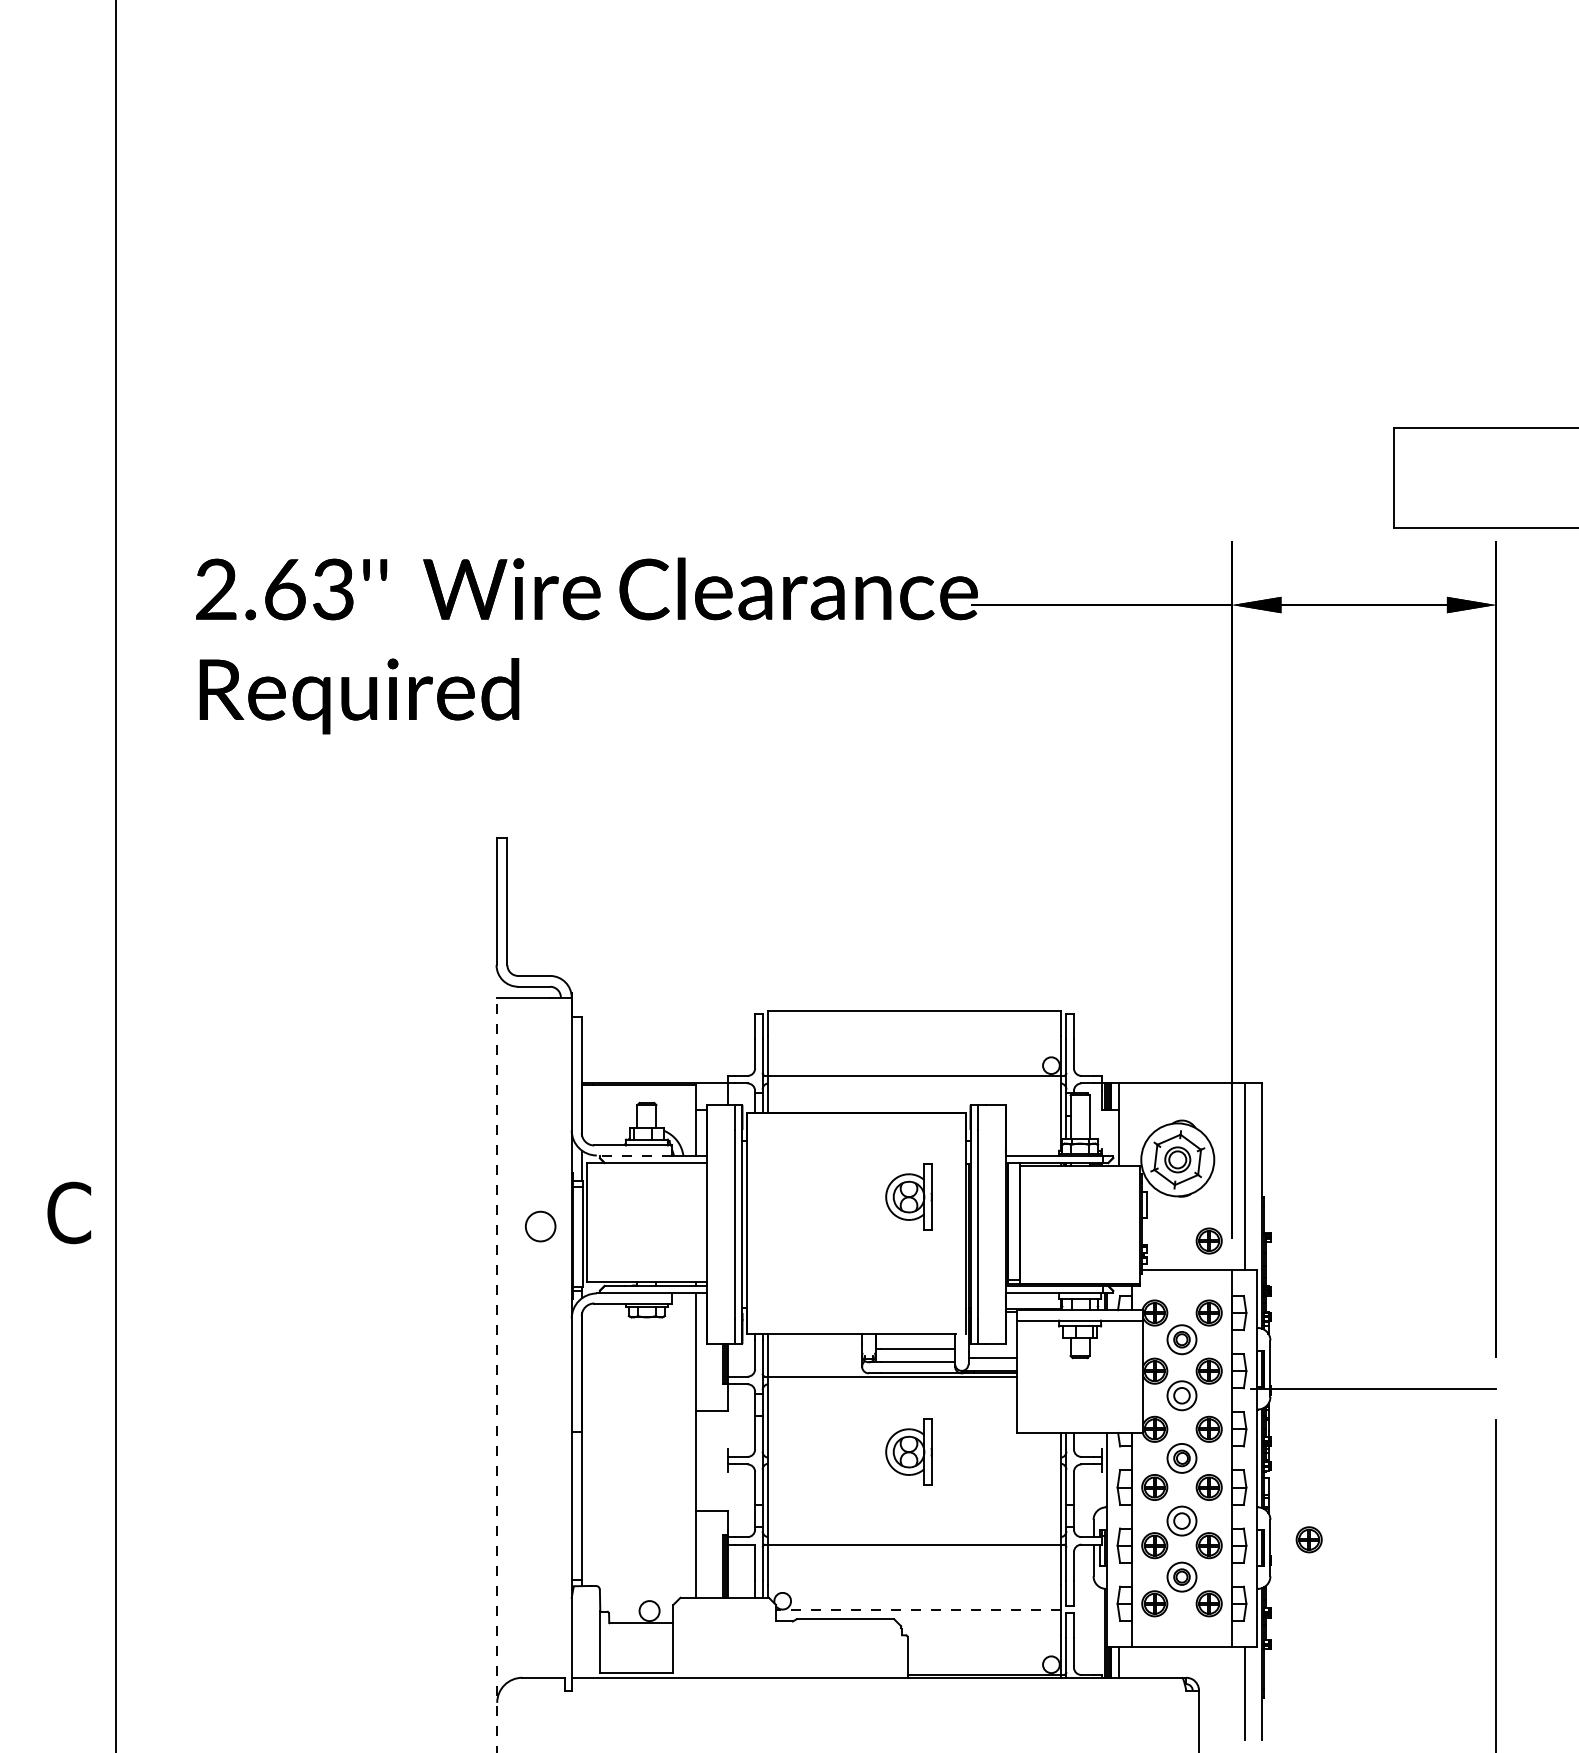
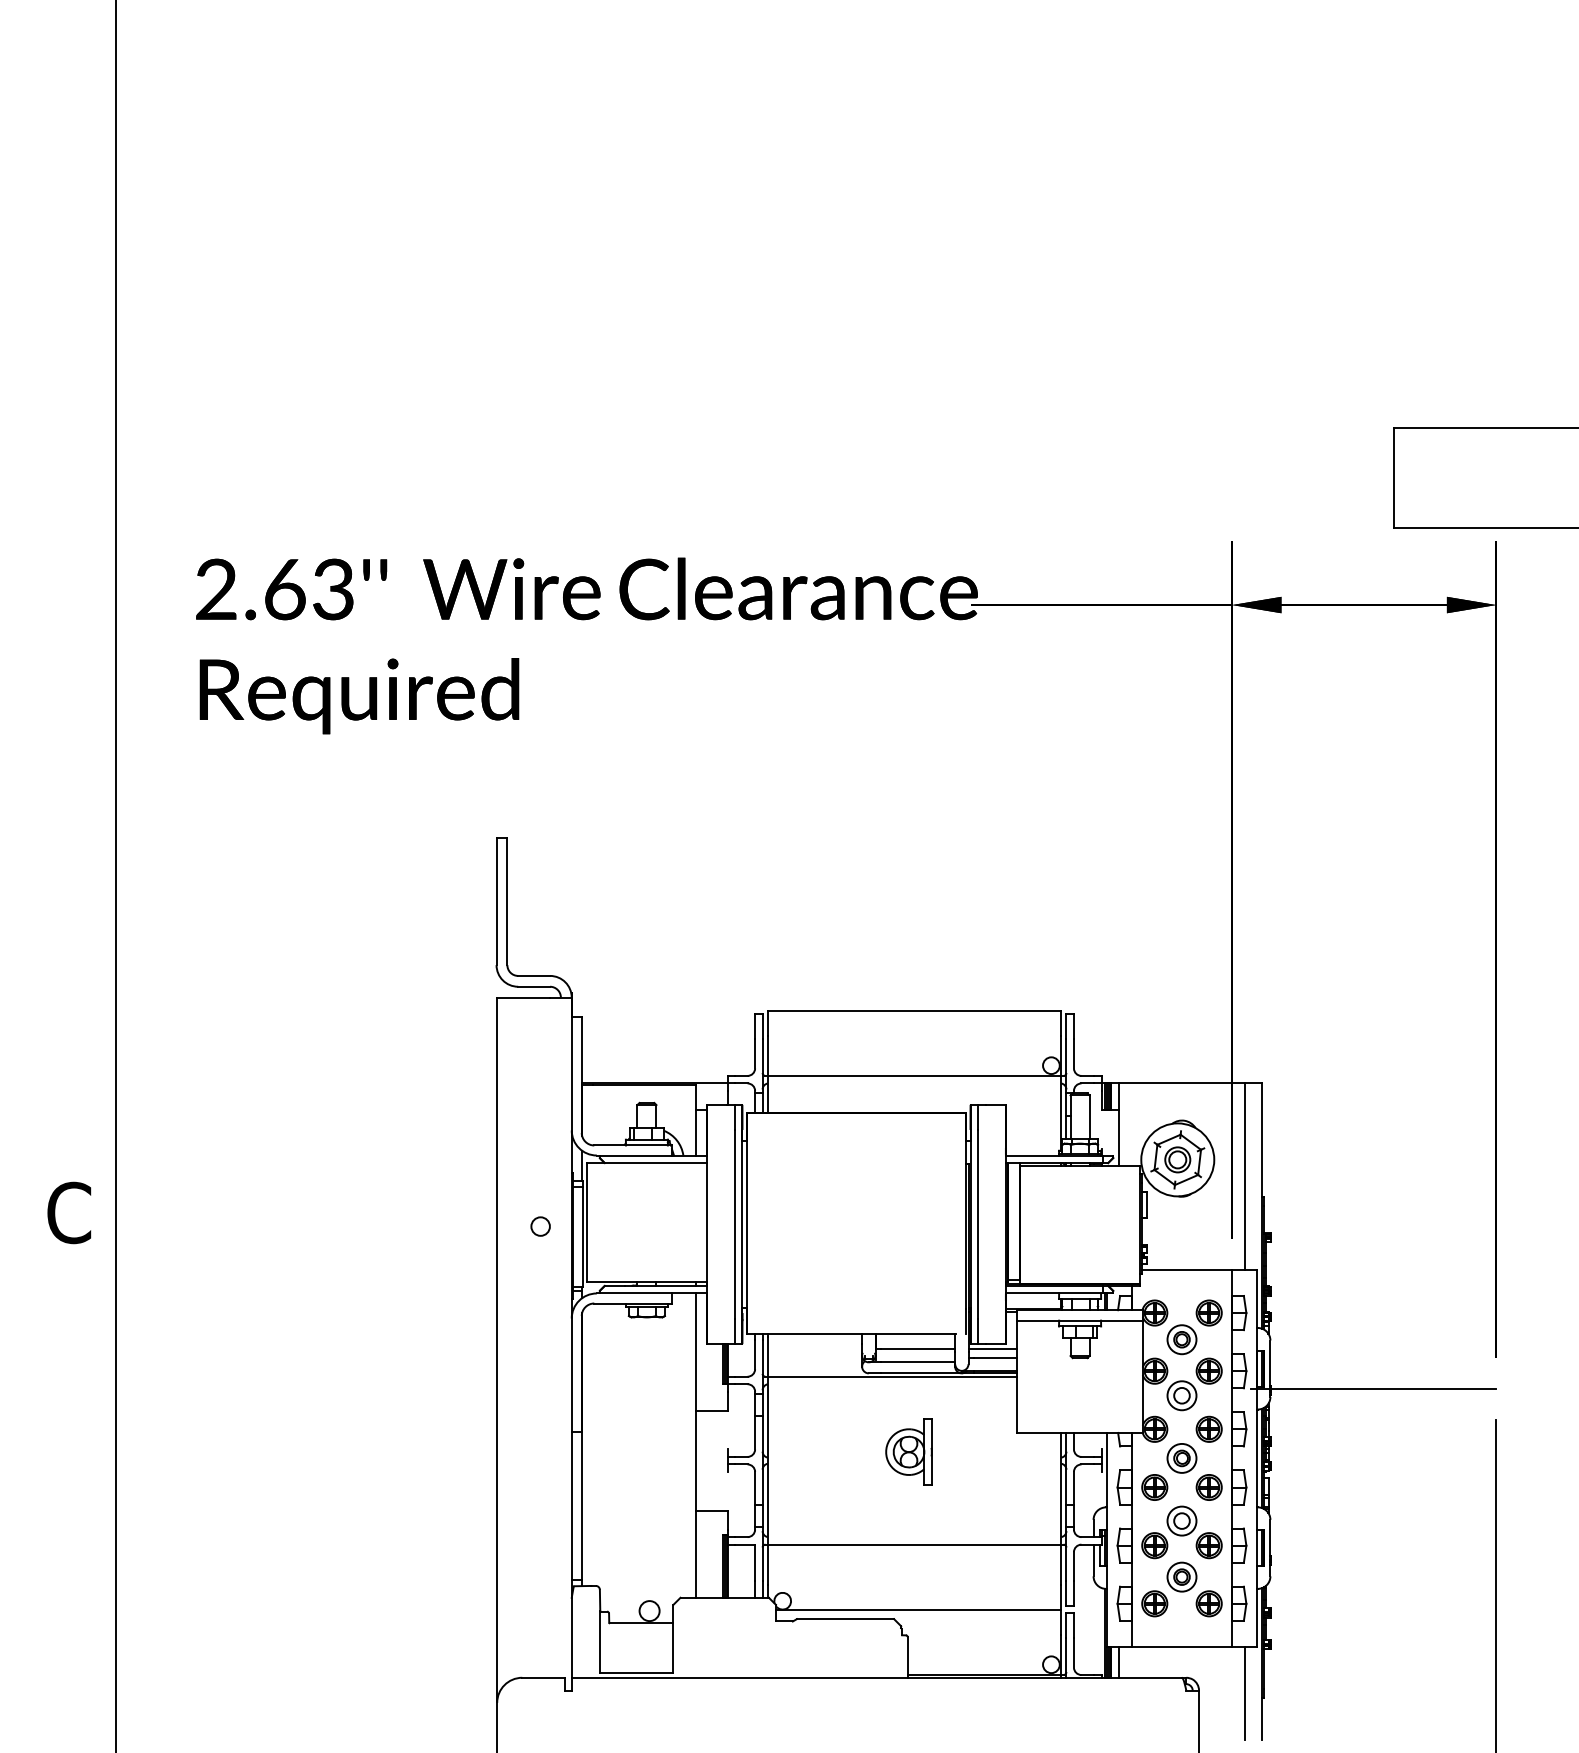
line at (634, 1155): dashed -> solid
part at (908, 1196): present -> none
circle at (540, 1226) diameter: 30 px -> 19 px
part at (1208, 1240): present -> none
line at (992, 1349): none -> present
line at (496, 1374): dashed -> solid
part at (1308, 1539): present -> none
line at (918, 1609): dashed -> solid
